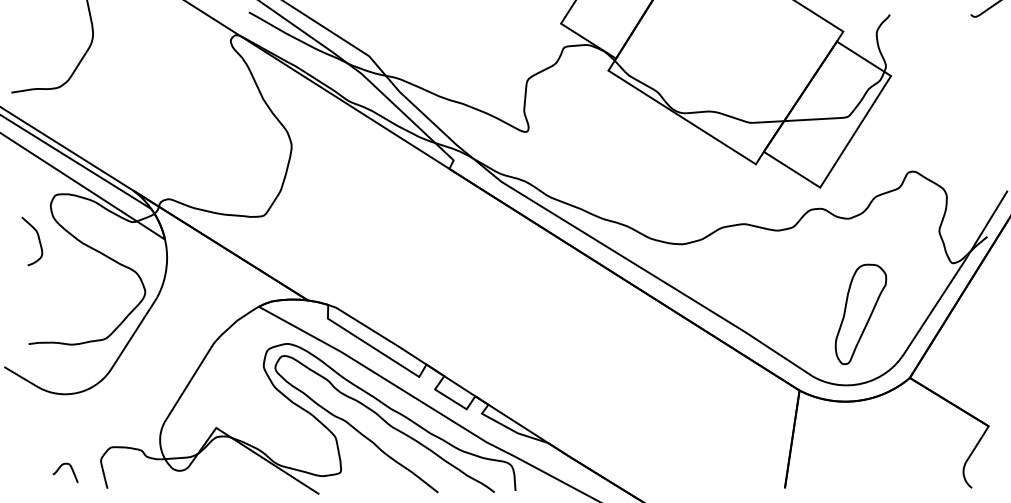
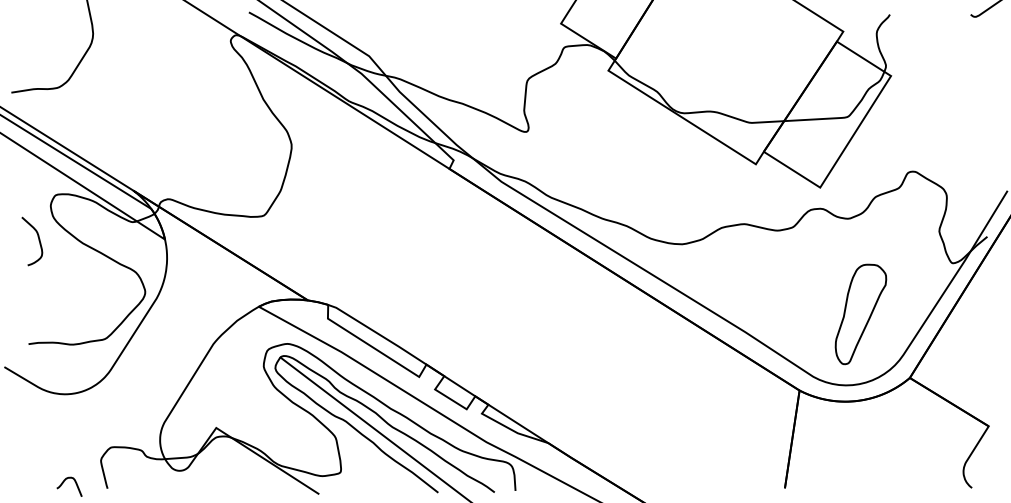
line at (373, 428): none -> present
curve at (71, 470) position: (71, 470) -> (75, 484)
